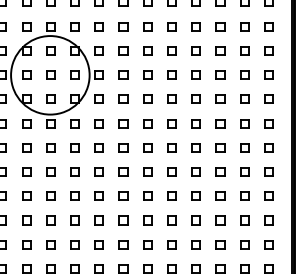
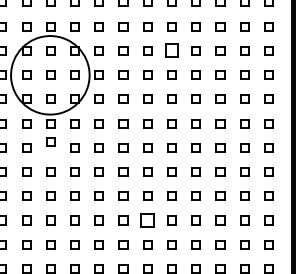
part at (171, 50) size: 10x10 px -> 14x15 px
part at (50, 147) position: (50, 147) -> (50, 141)
part at (147, 220) size: 10x11 px -> 15x15 px
